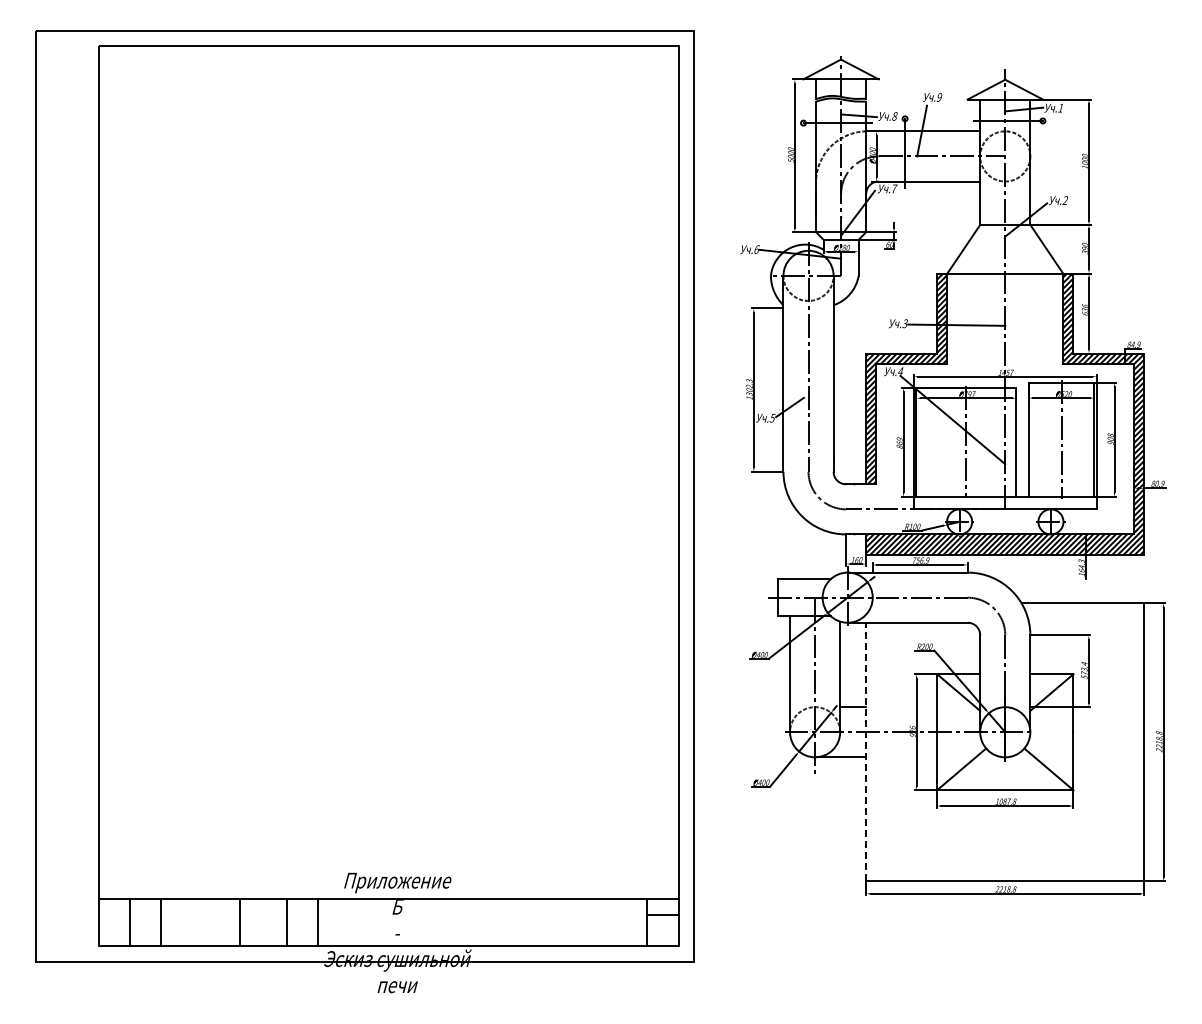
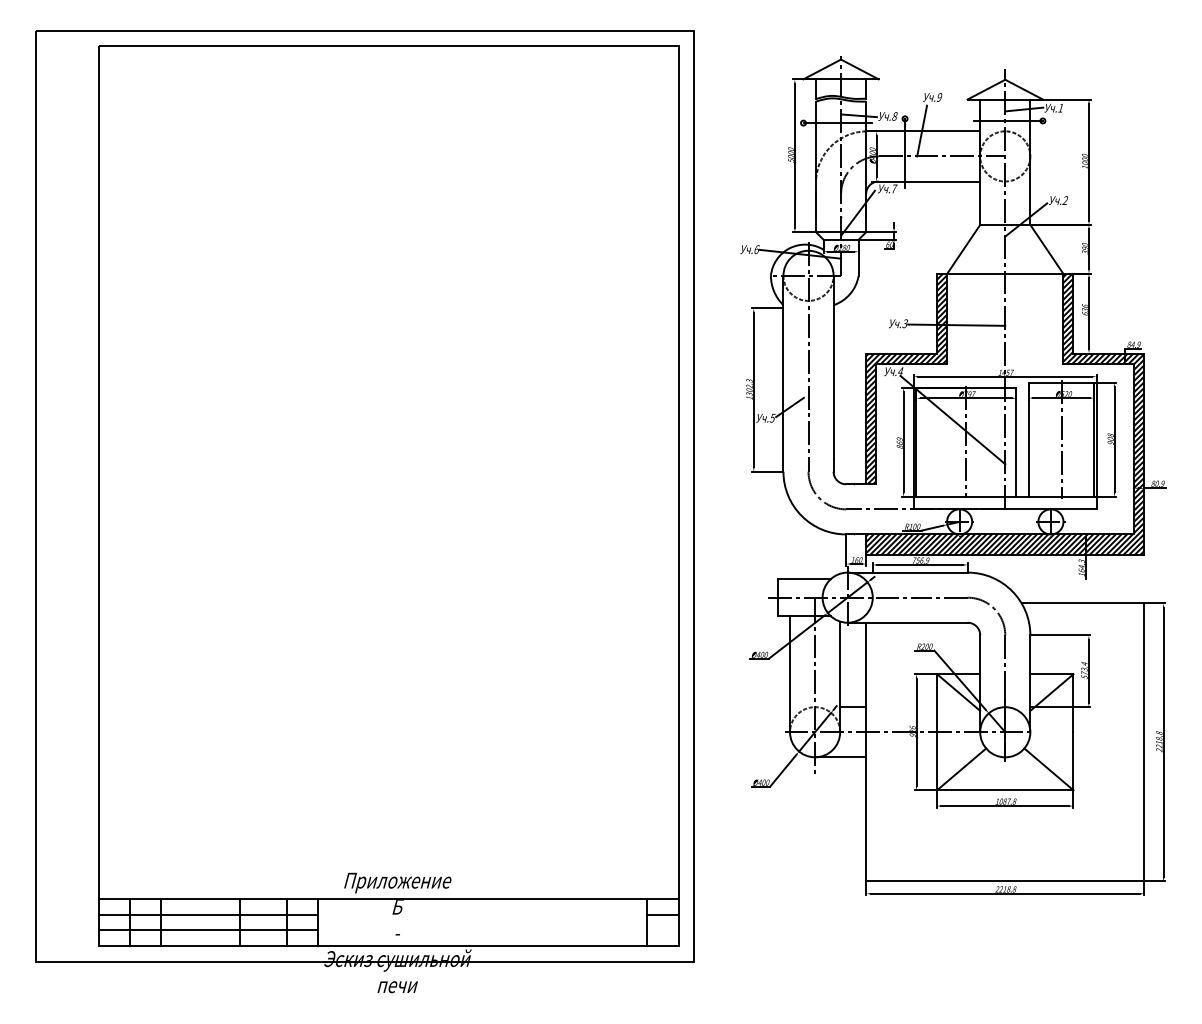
line at (866, 751): dashed -> solid
line at (208, 914): none -> present
line at (208, 930): none -> present
